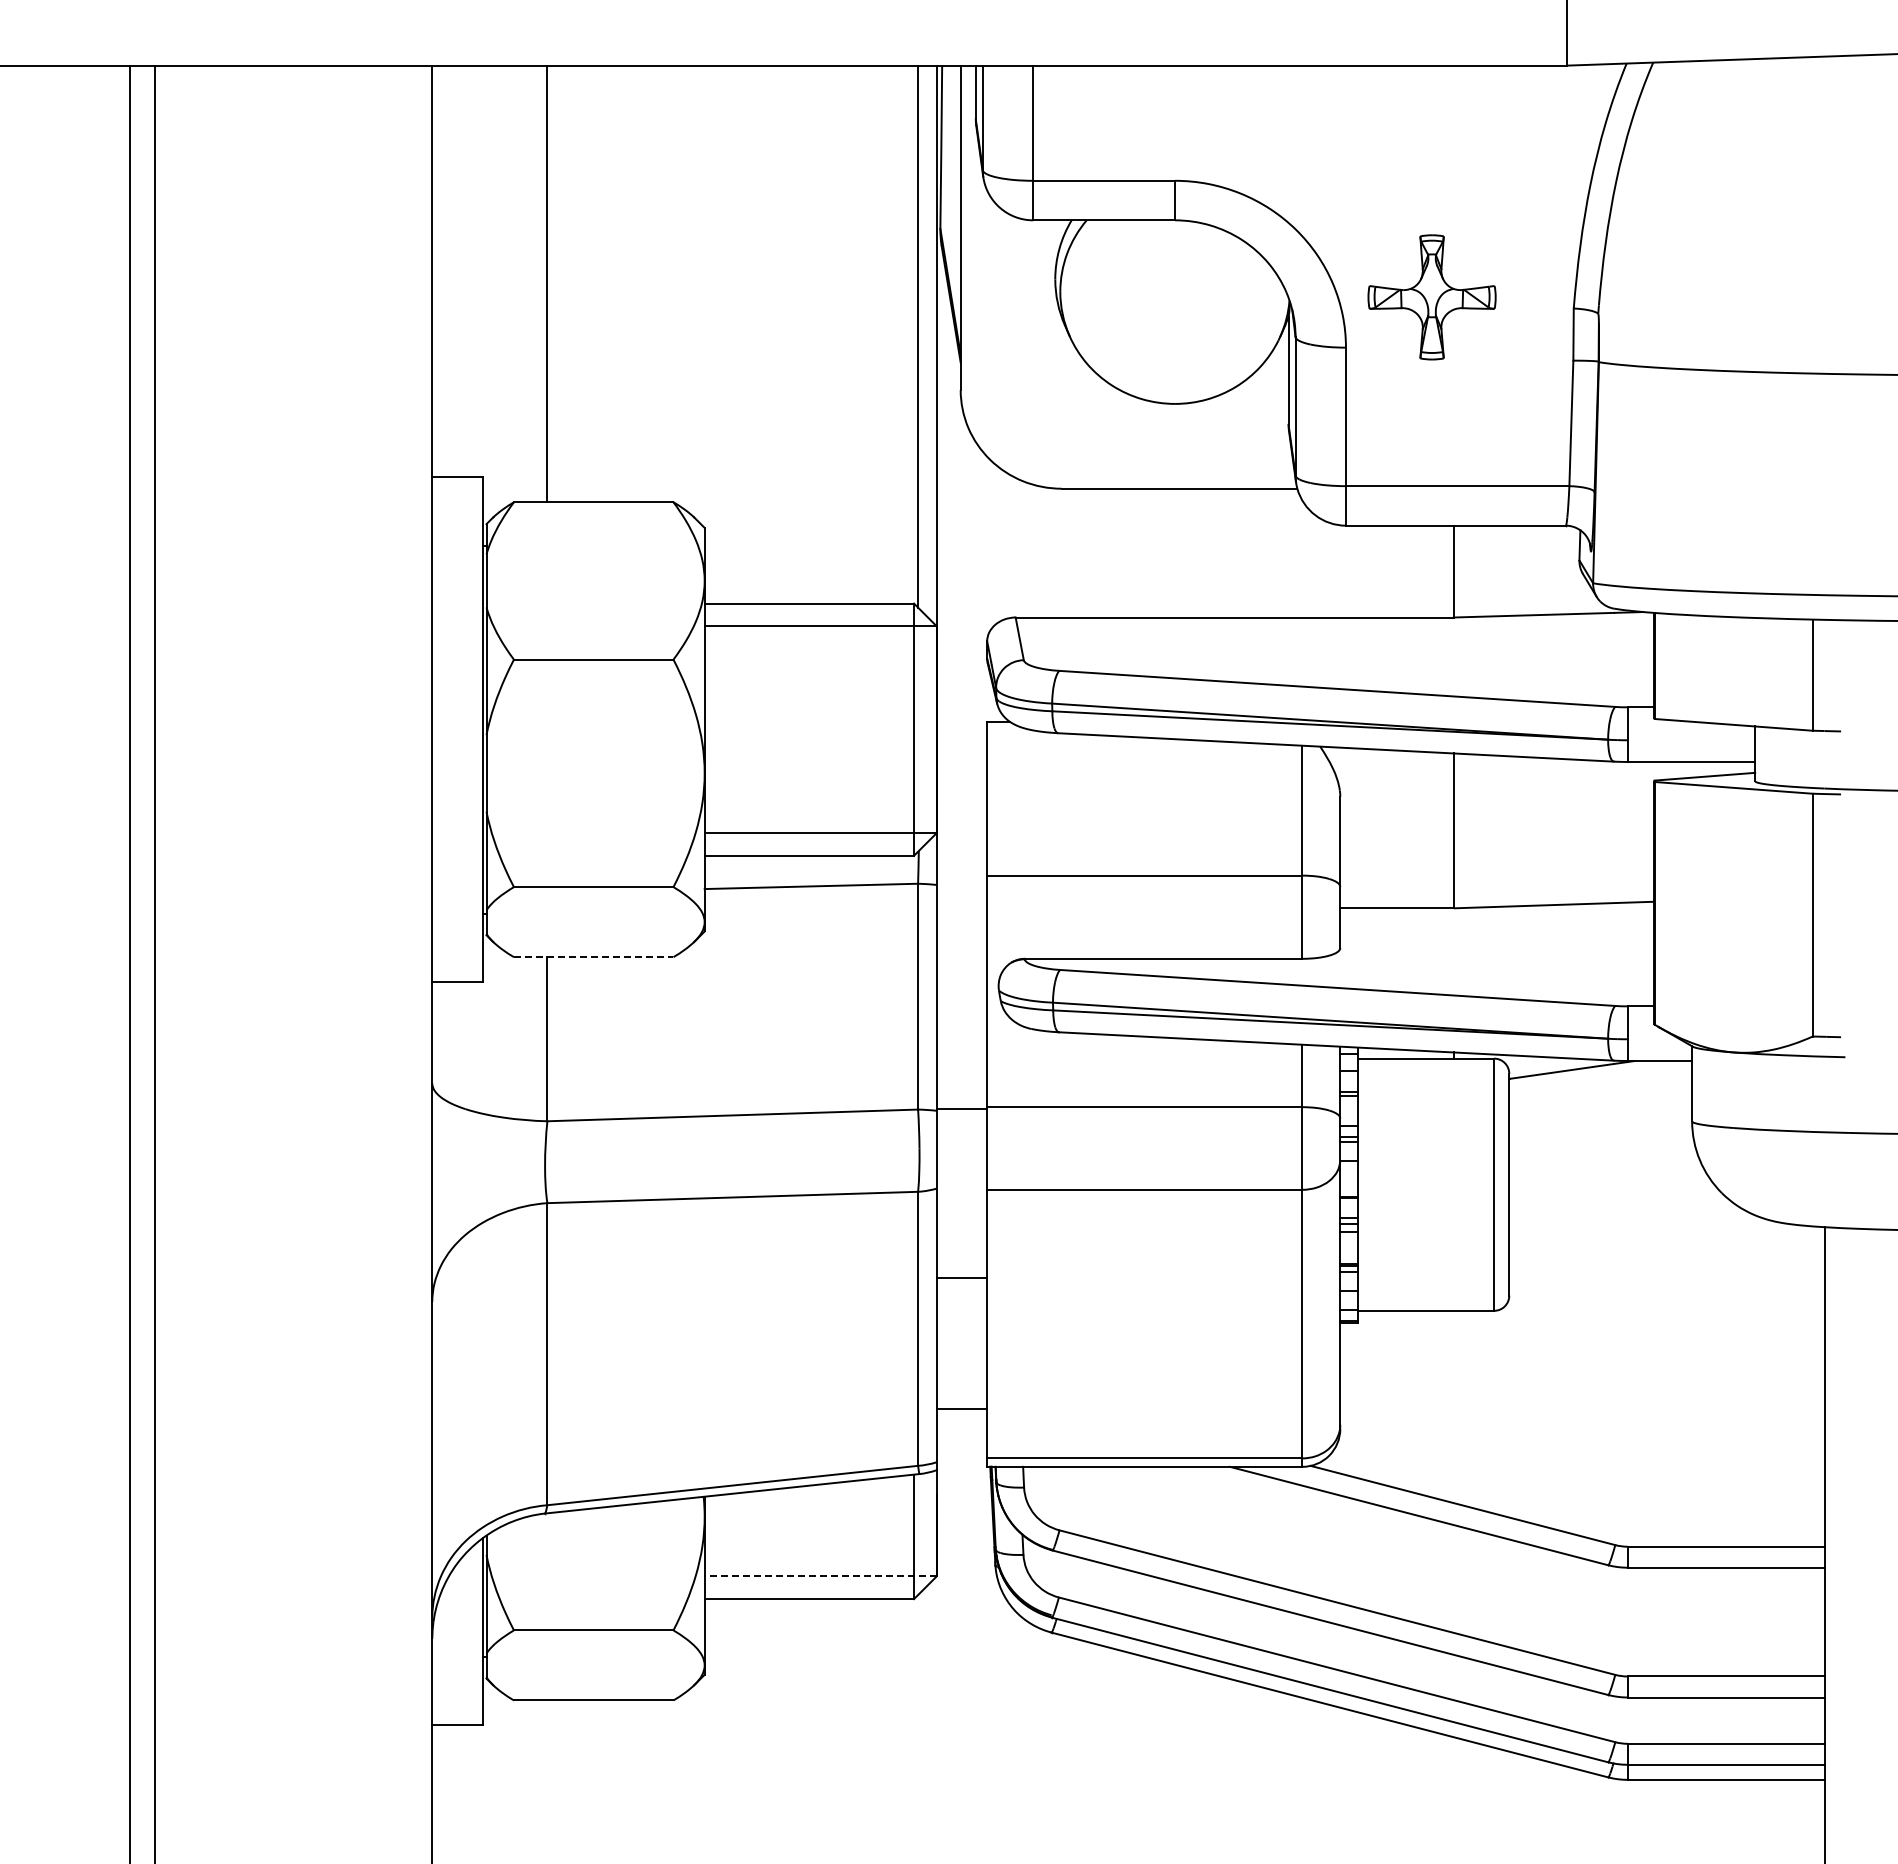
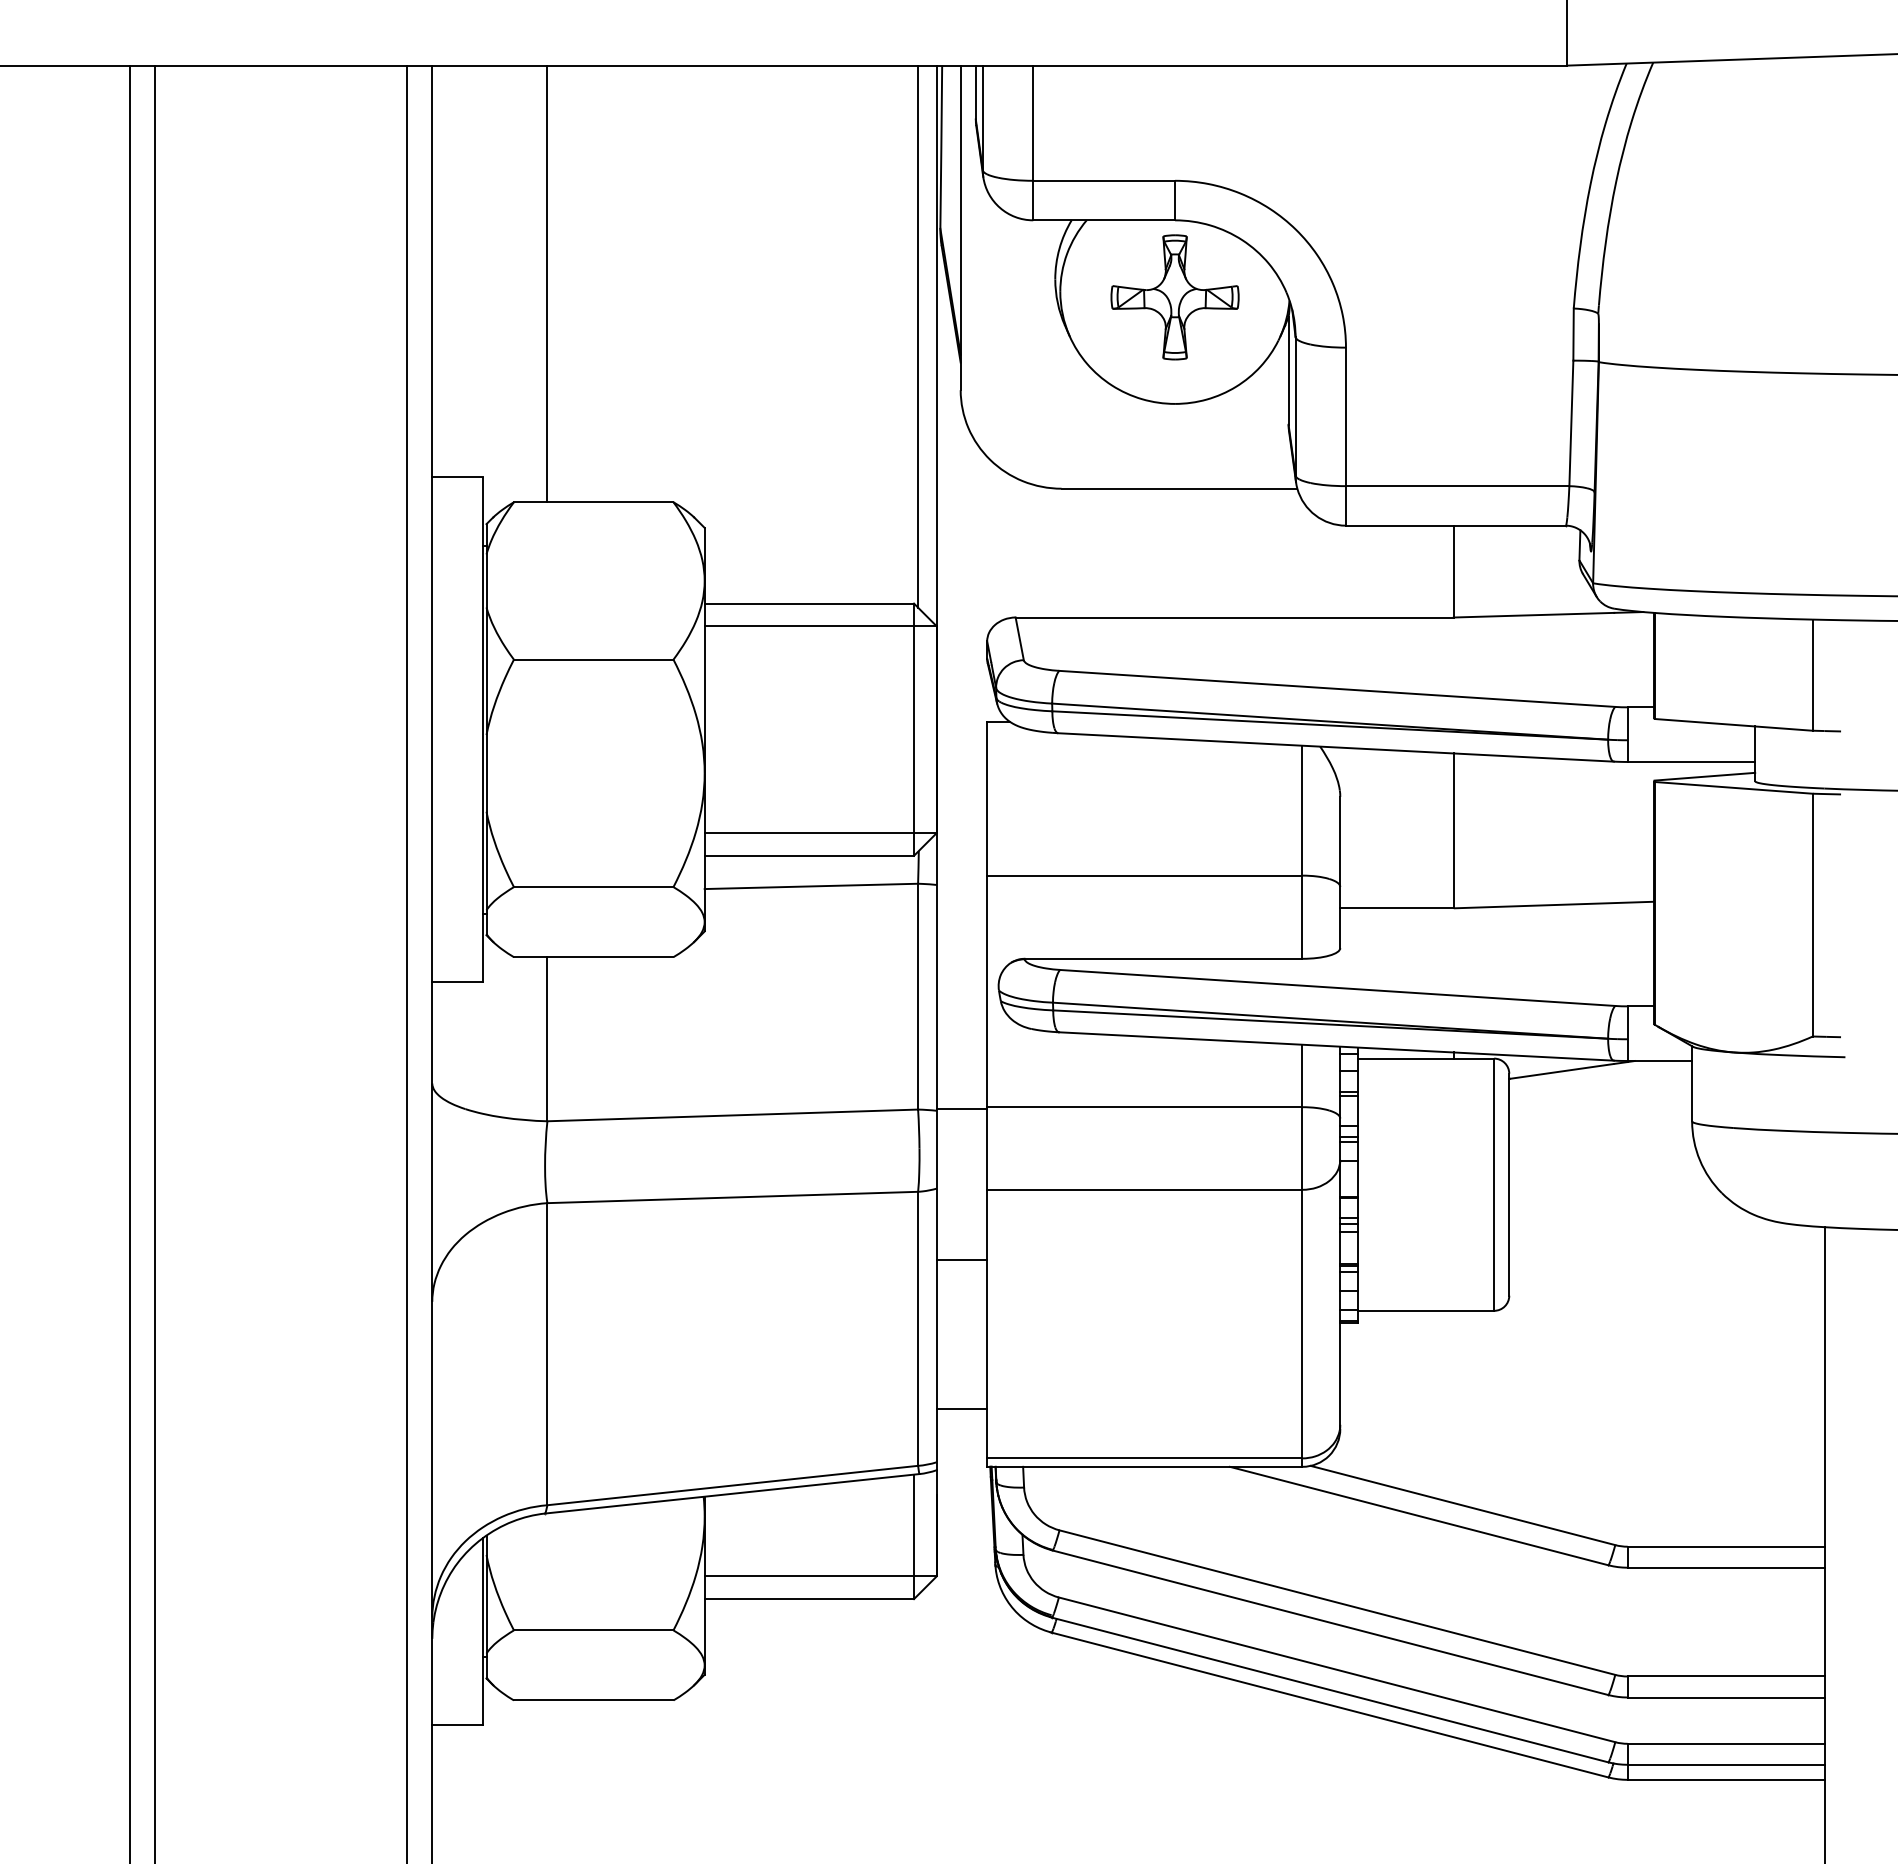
part at (1431, 297) position: (1431, 297) -> (1174, 297)
line at (593, 957): dashed -> solid
line at (407, 962): none -> present
line at (961, 1278) position: (961, 1278) -> (961, 1260)
line at (820, 1576): dashed -> solid
